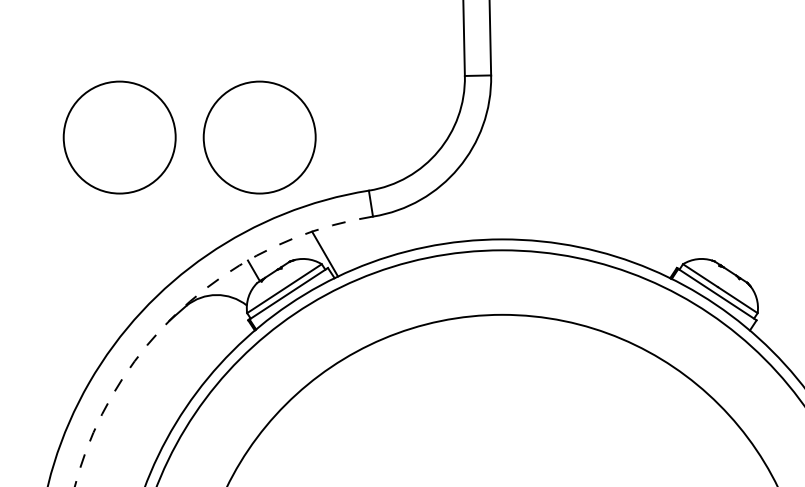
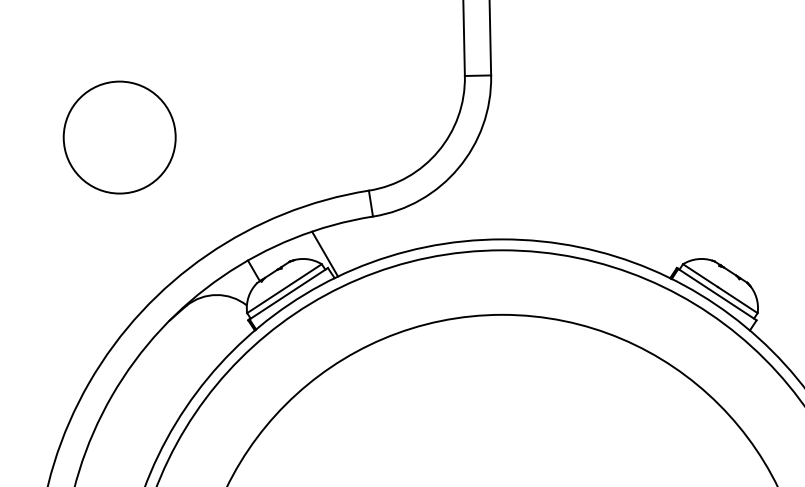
circle at (259, 137): present -> none
arc at (183, 307): dashed -> solid
